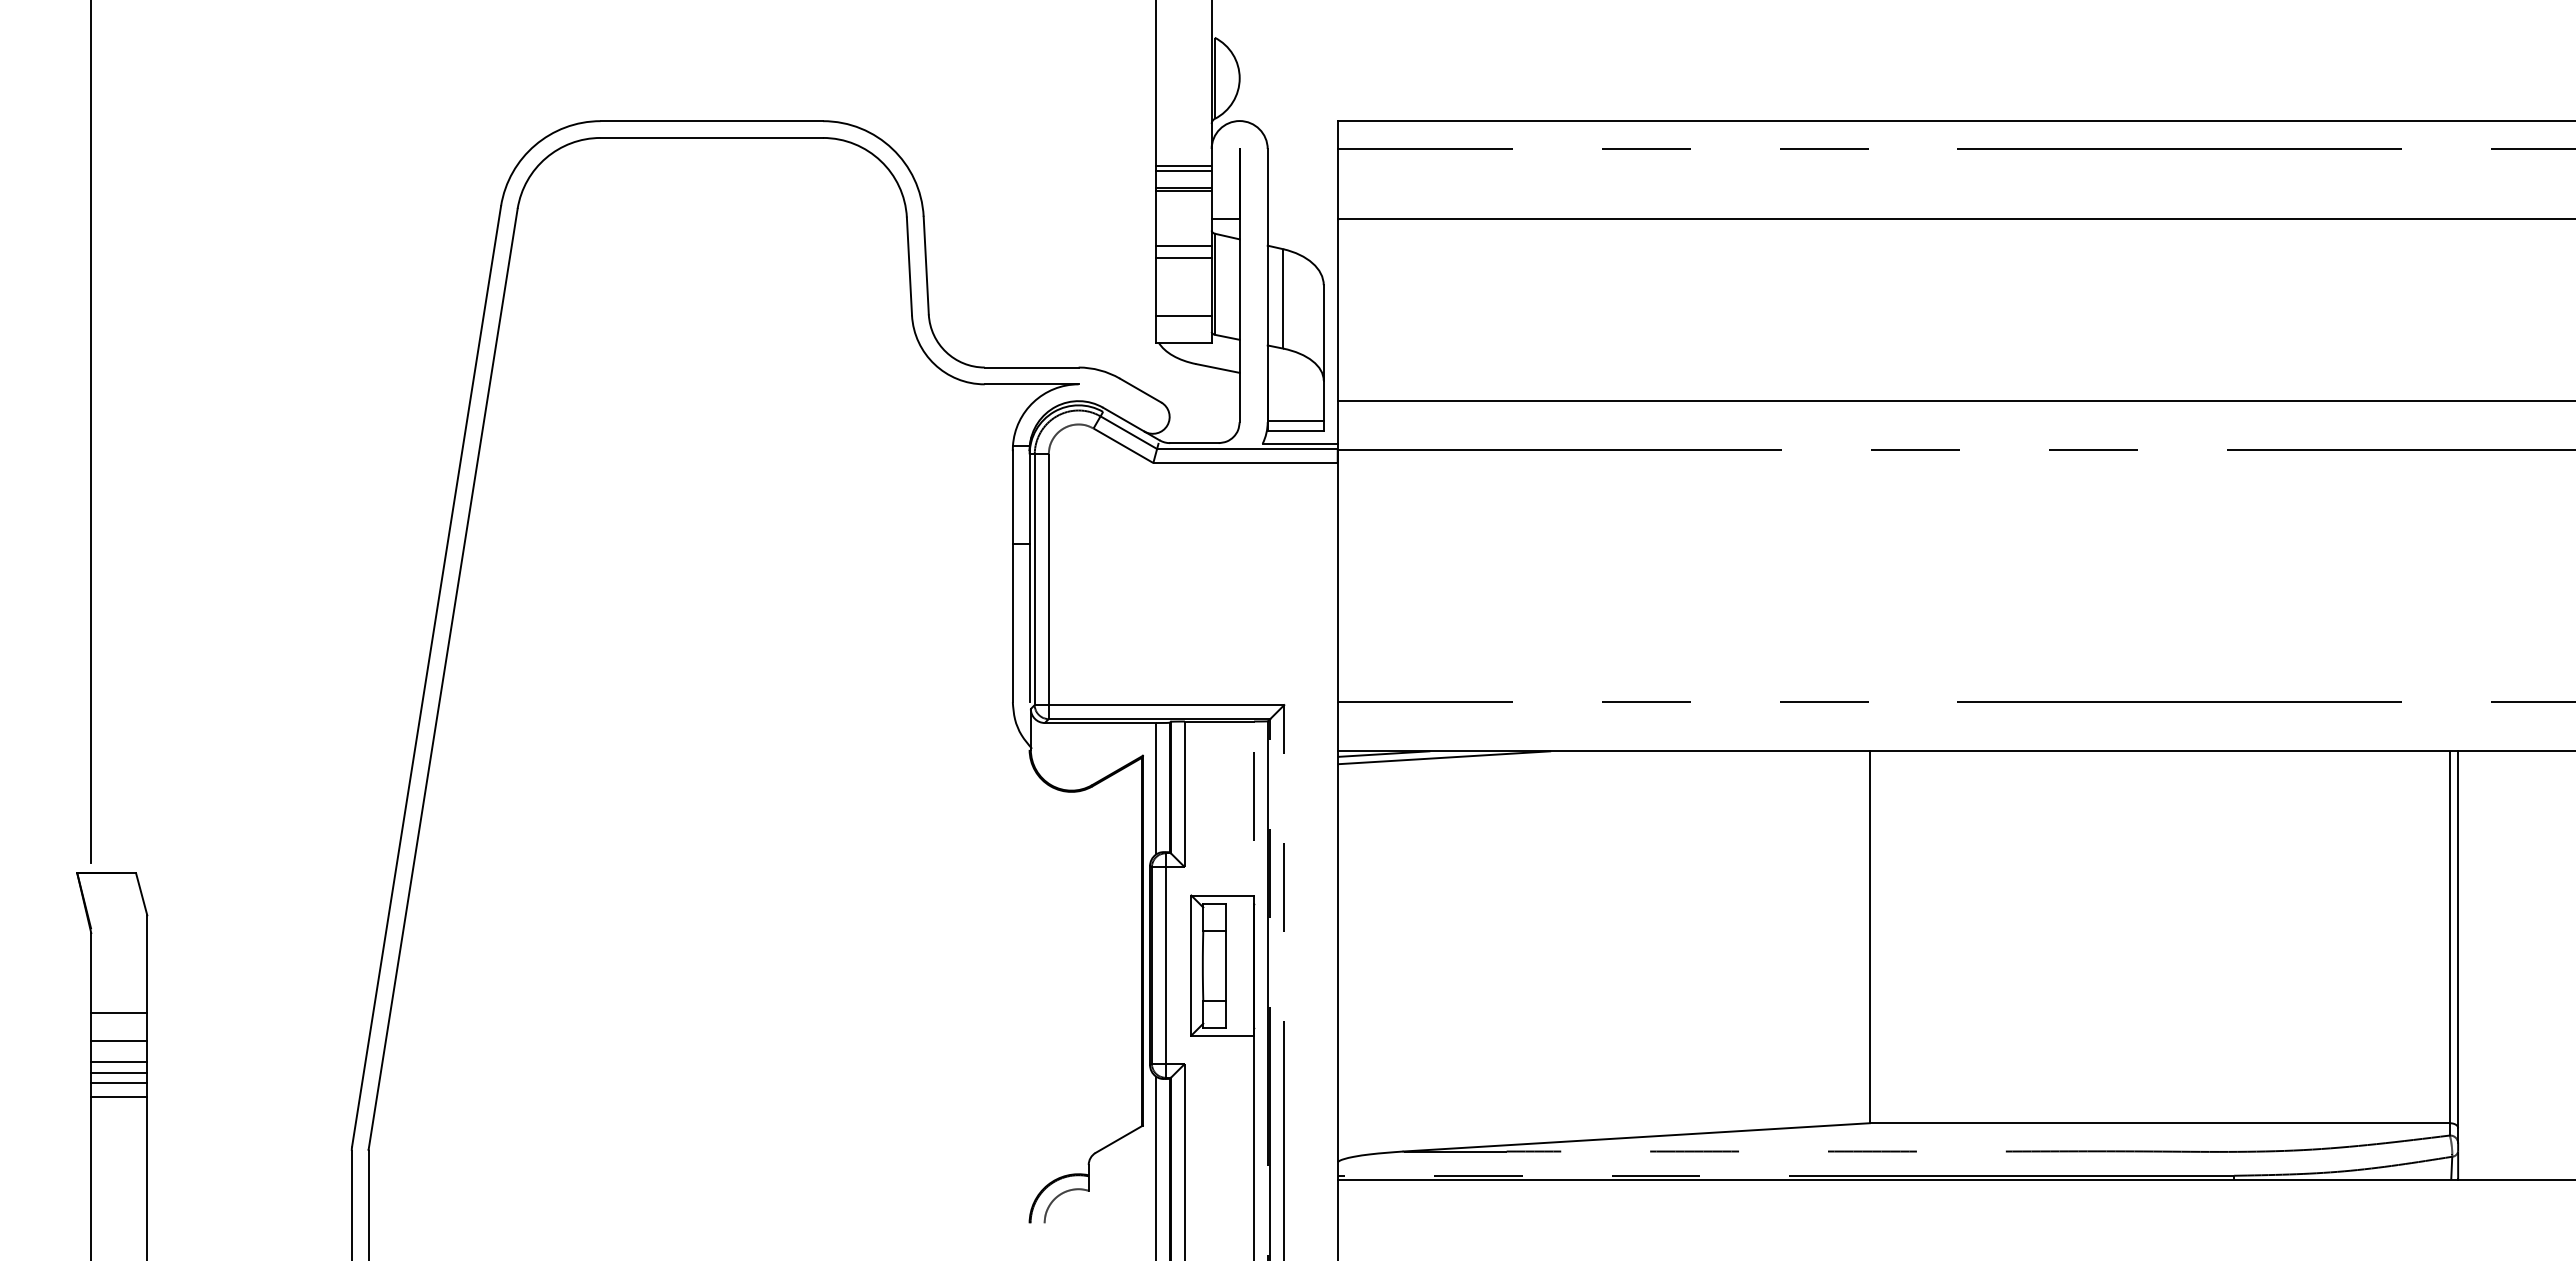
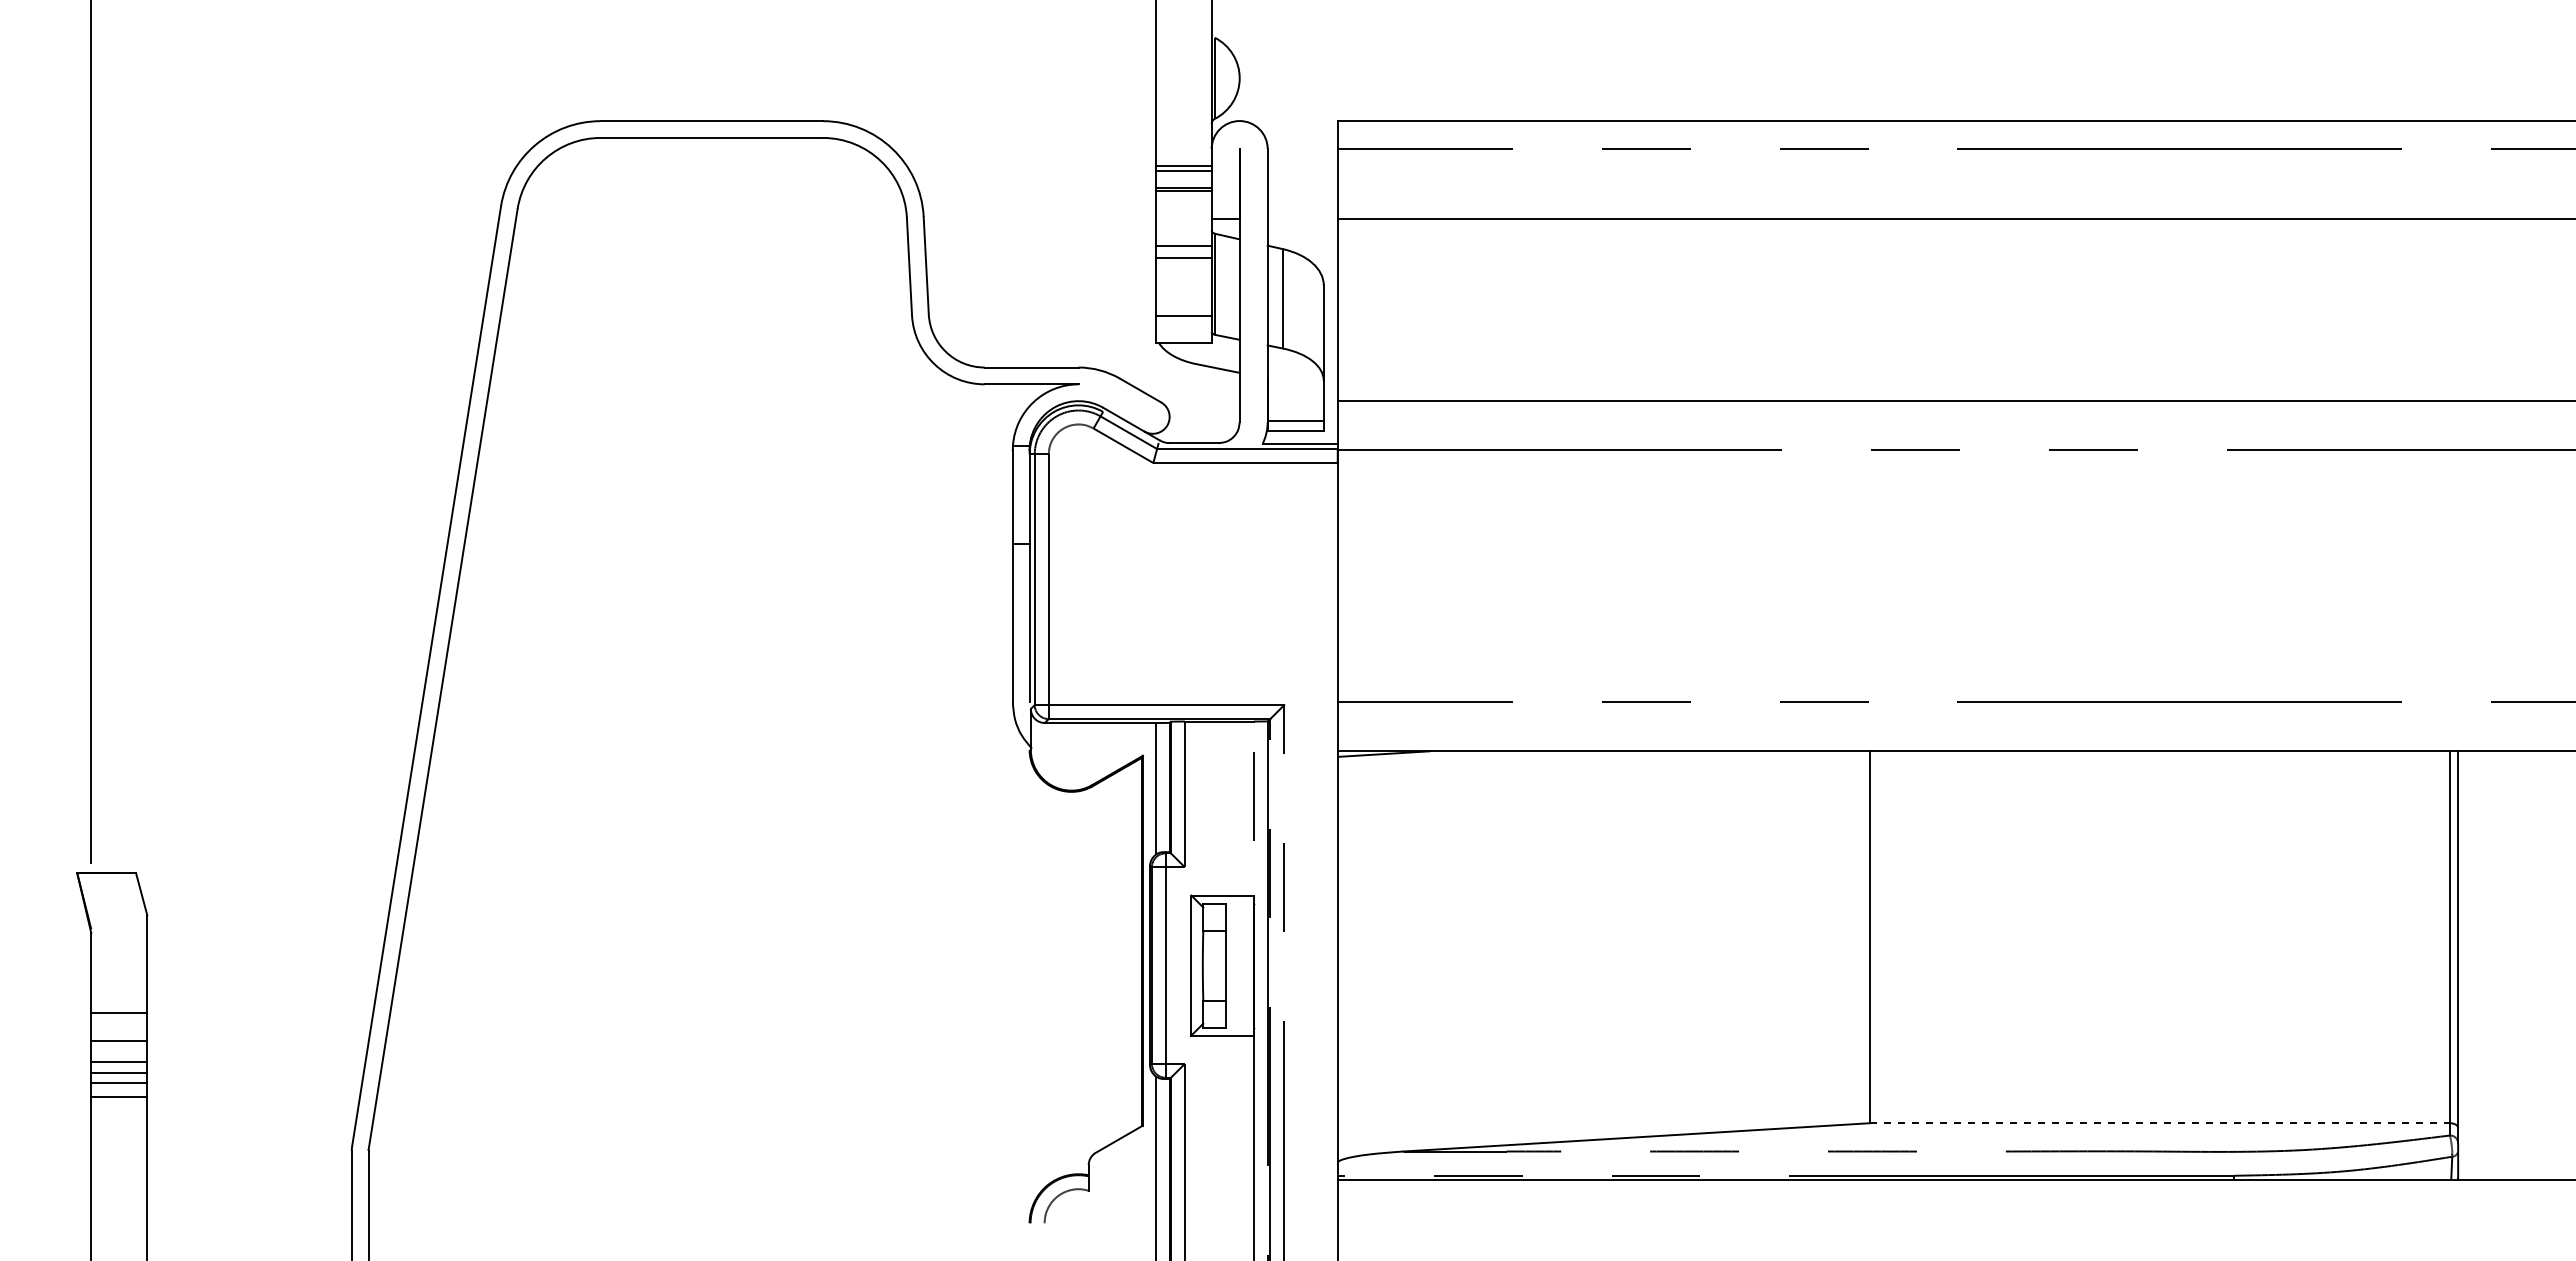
line at (1444, 757): present -> none
line at (2159, 1123): solid -> dashed
